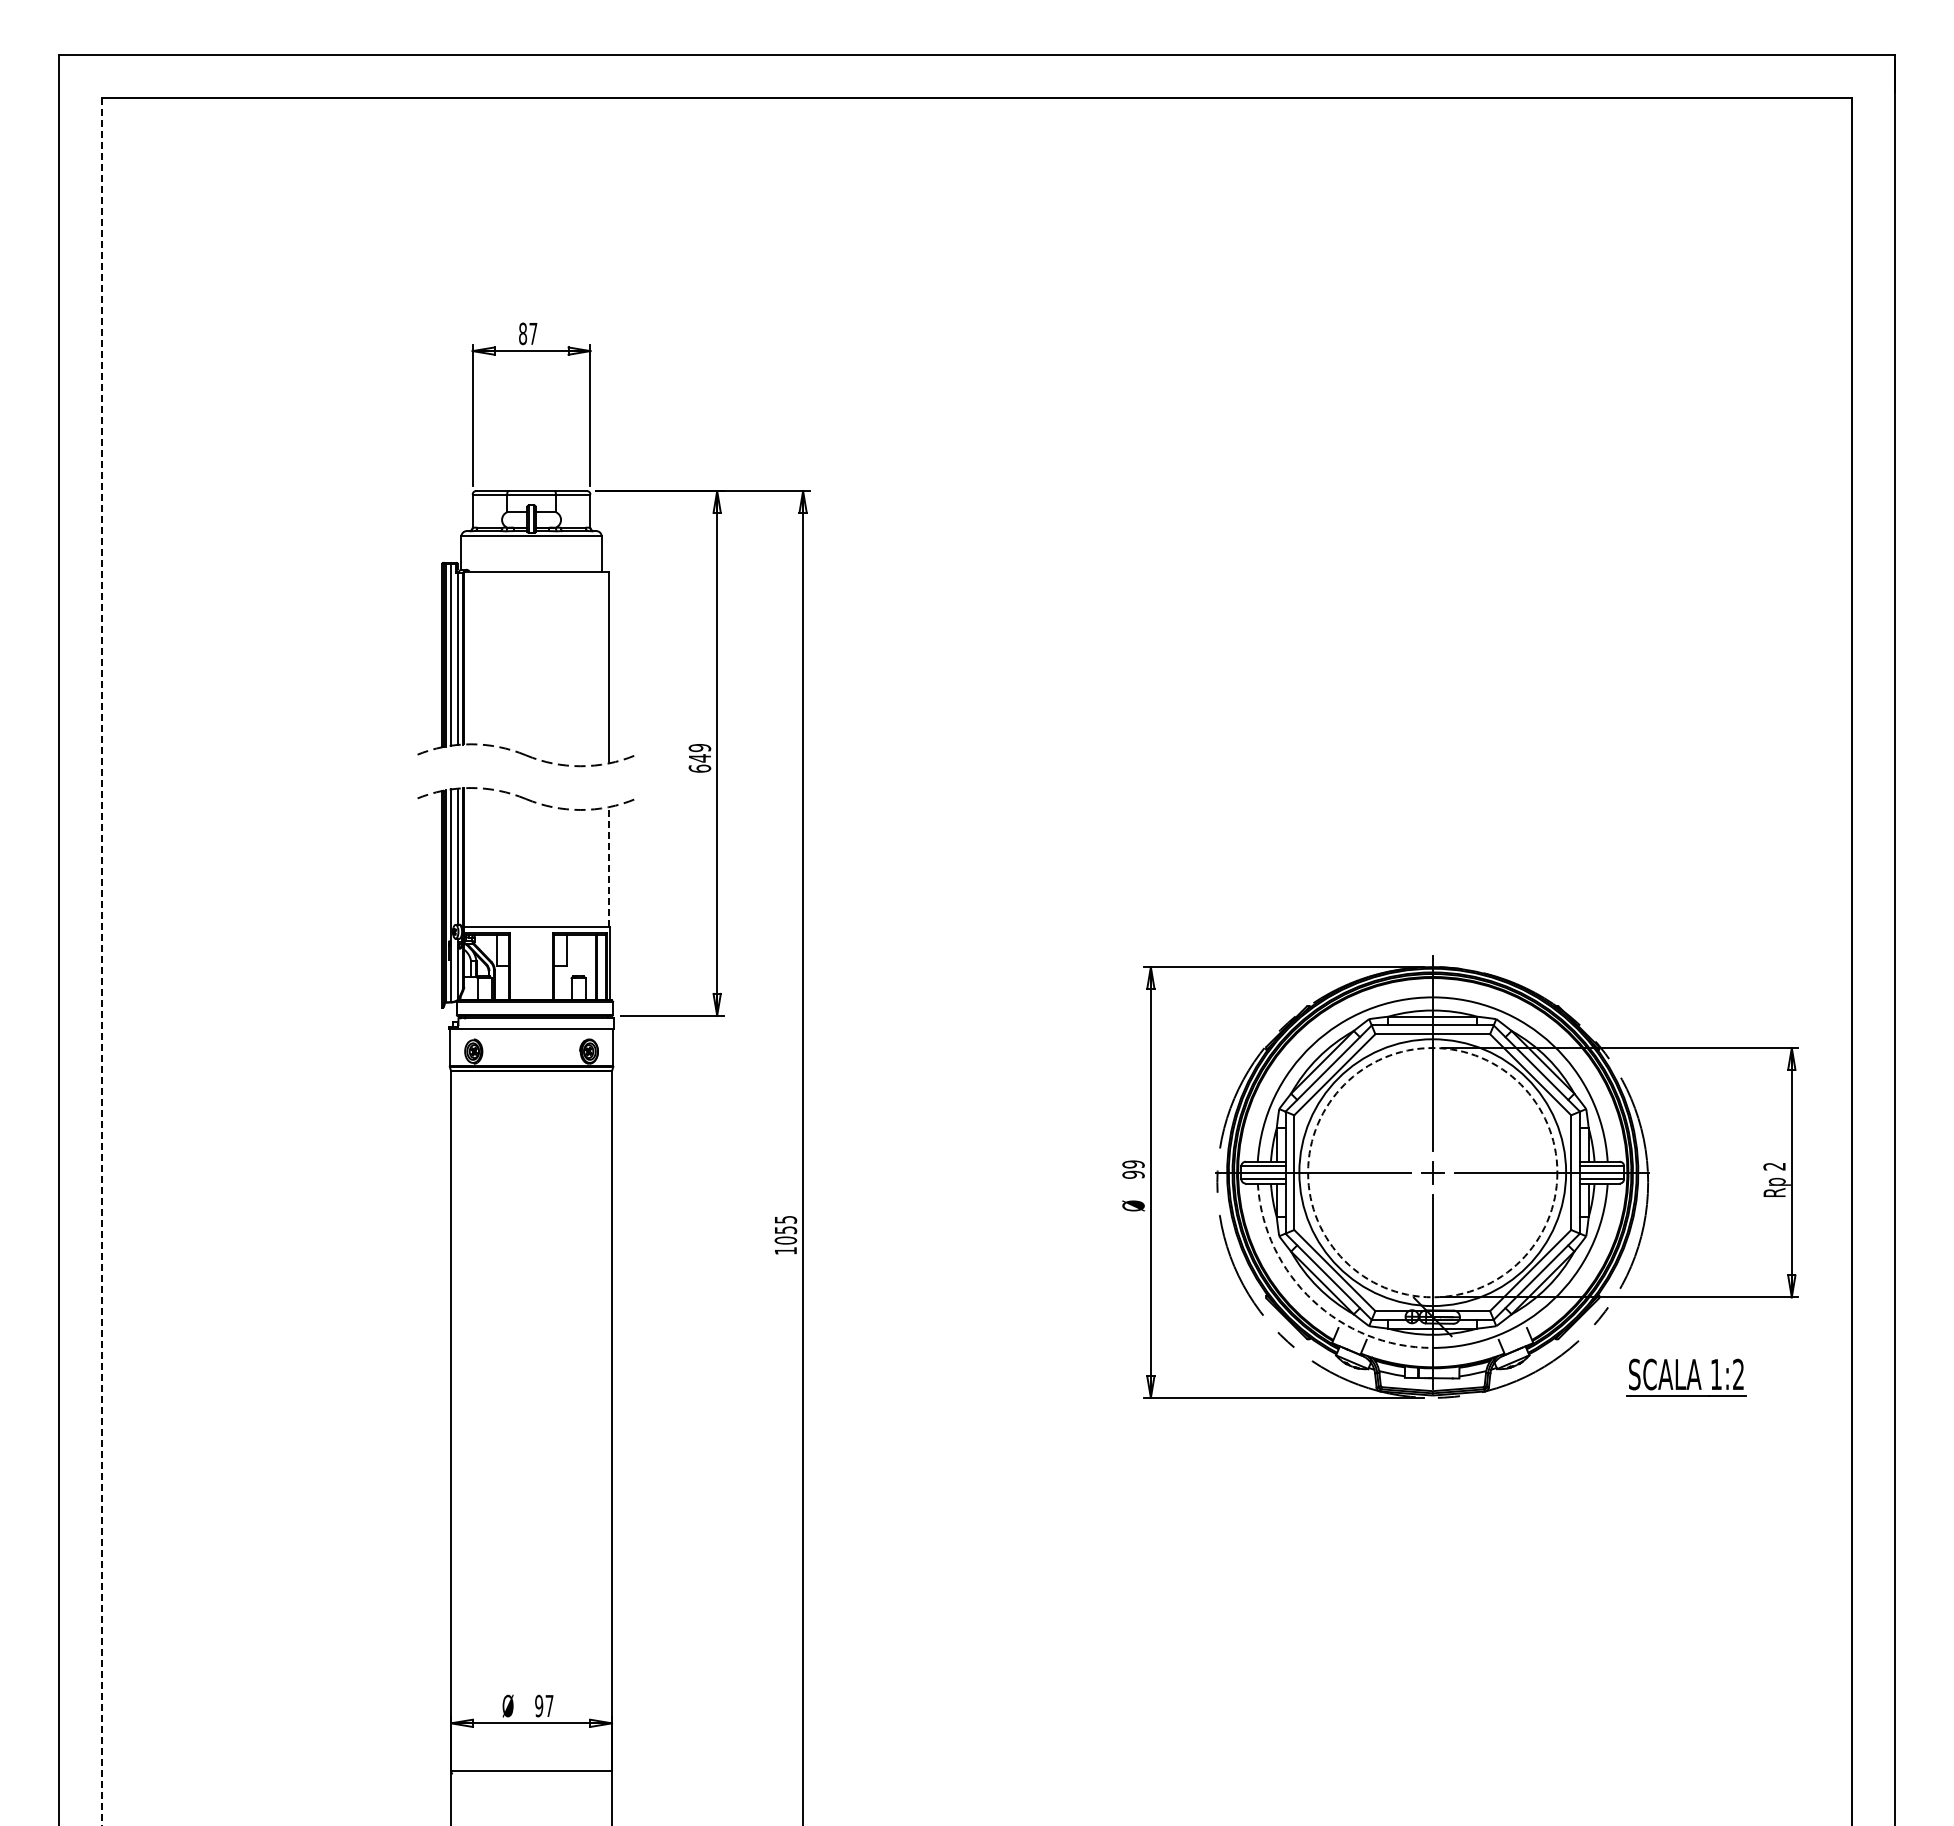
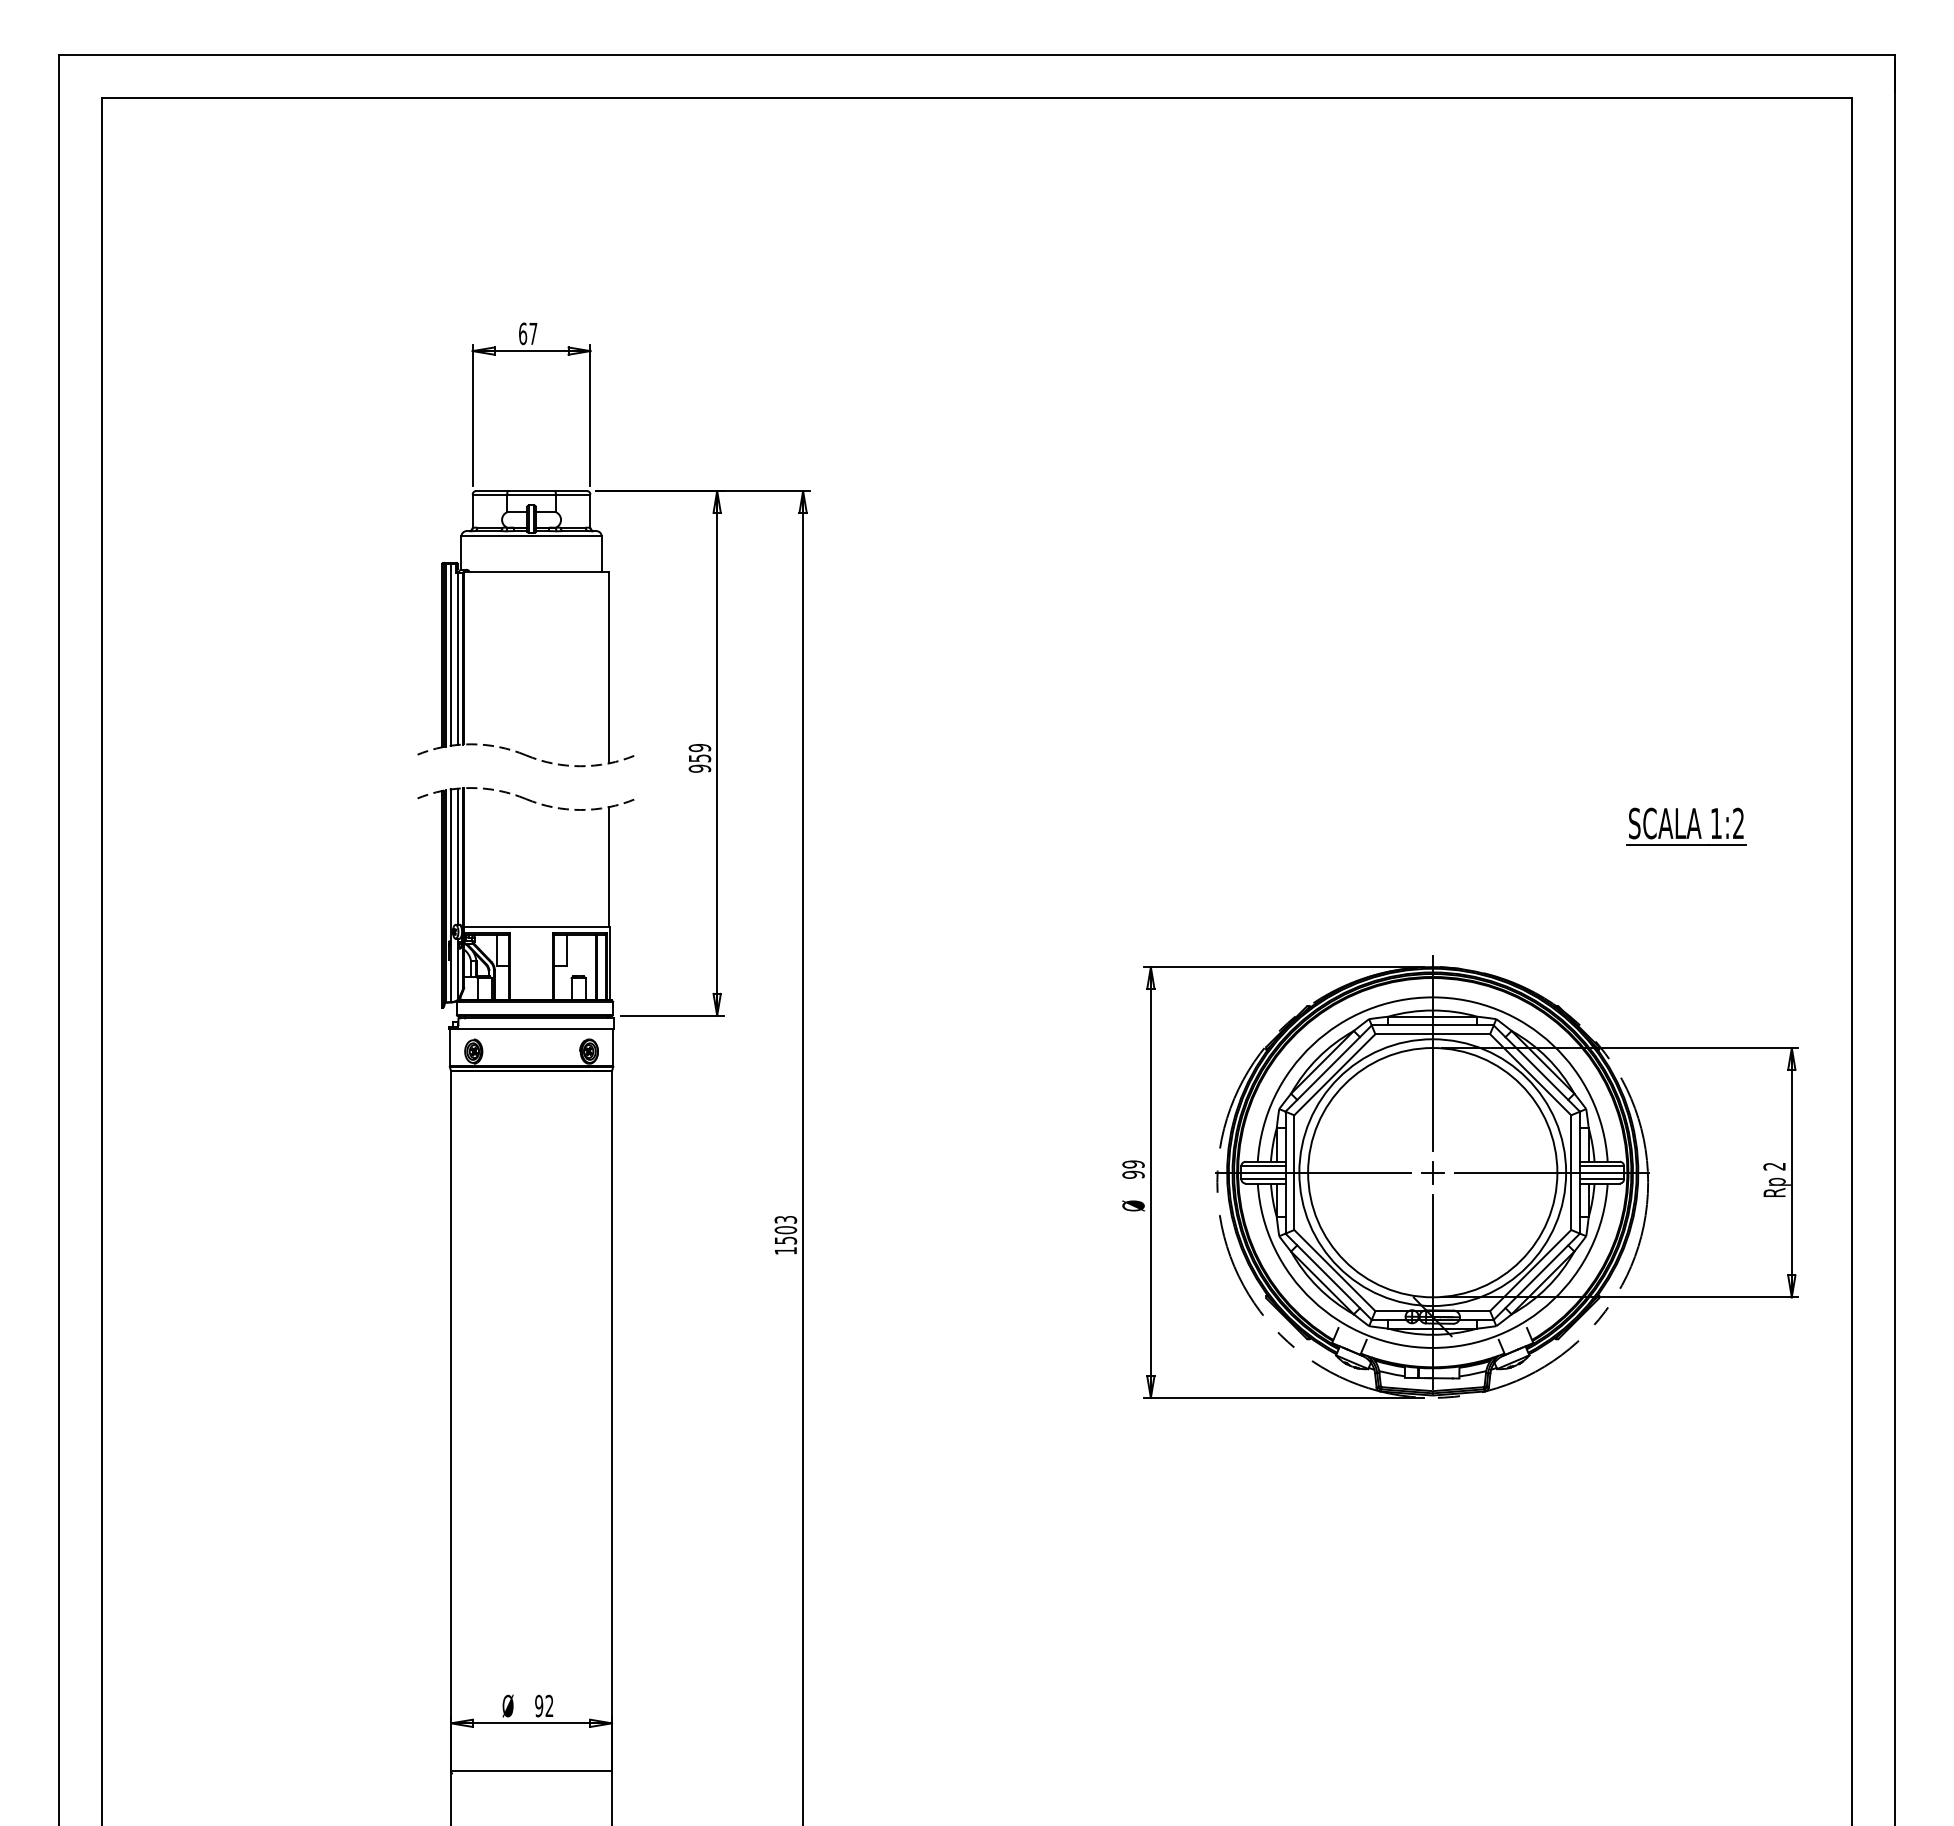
text at (523, 333): 87 -> 67
text at (699, 763): 649 -> 959
line at (609, 866): dashed -> solid
line at (102, 962): dashed -> solid
circle at (1432, 1172): dashed -> solid
text at (785, 1230): 1055 -> 1503
arc at (1312, 1300): dashed -> solid
part at (1686, 1377) position: (1686, 1377) -> (1686, 826)
text at (549, 1705): 97 -> 92
